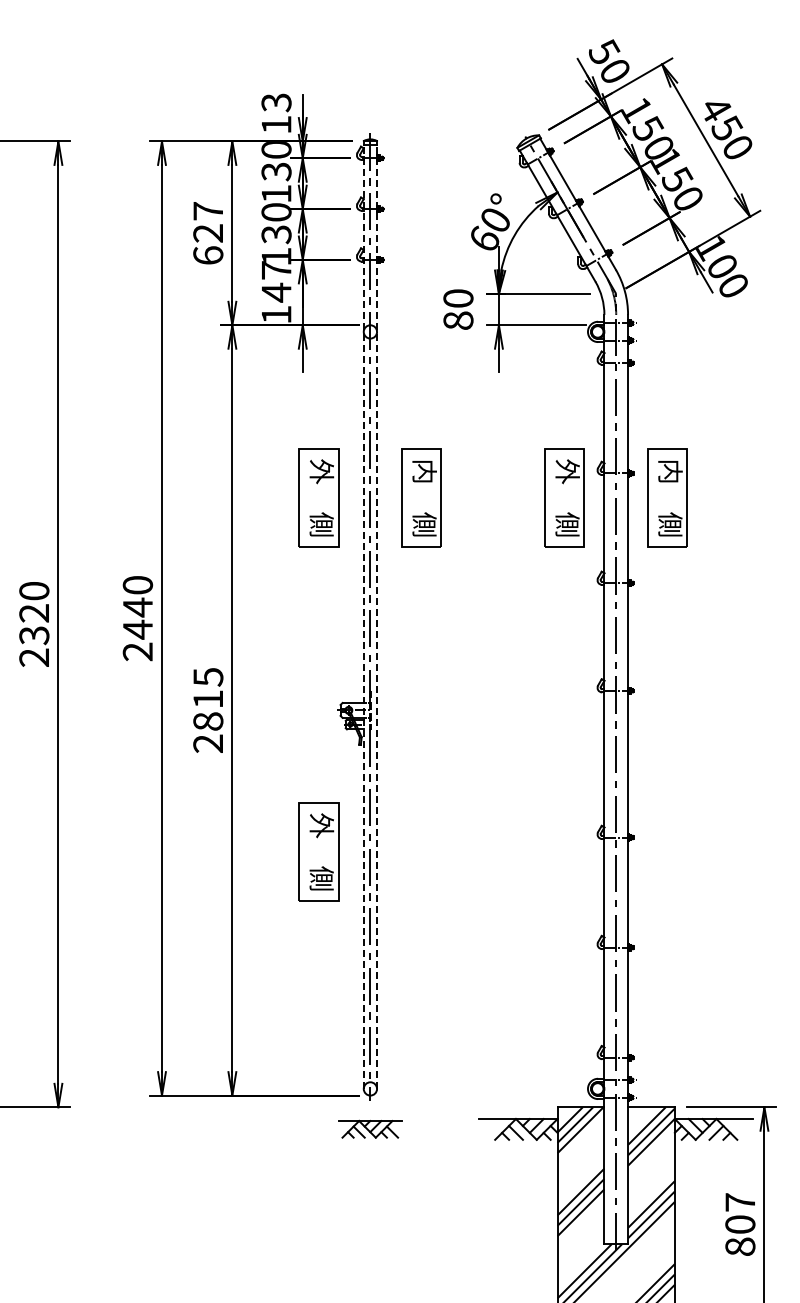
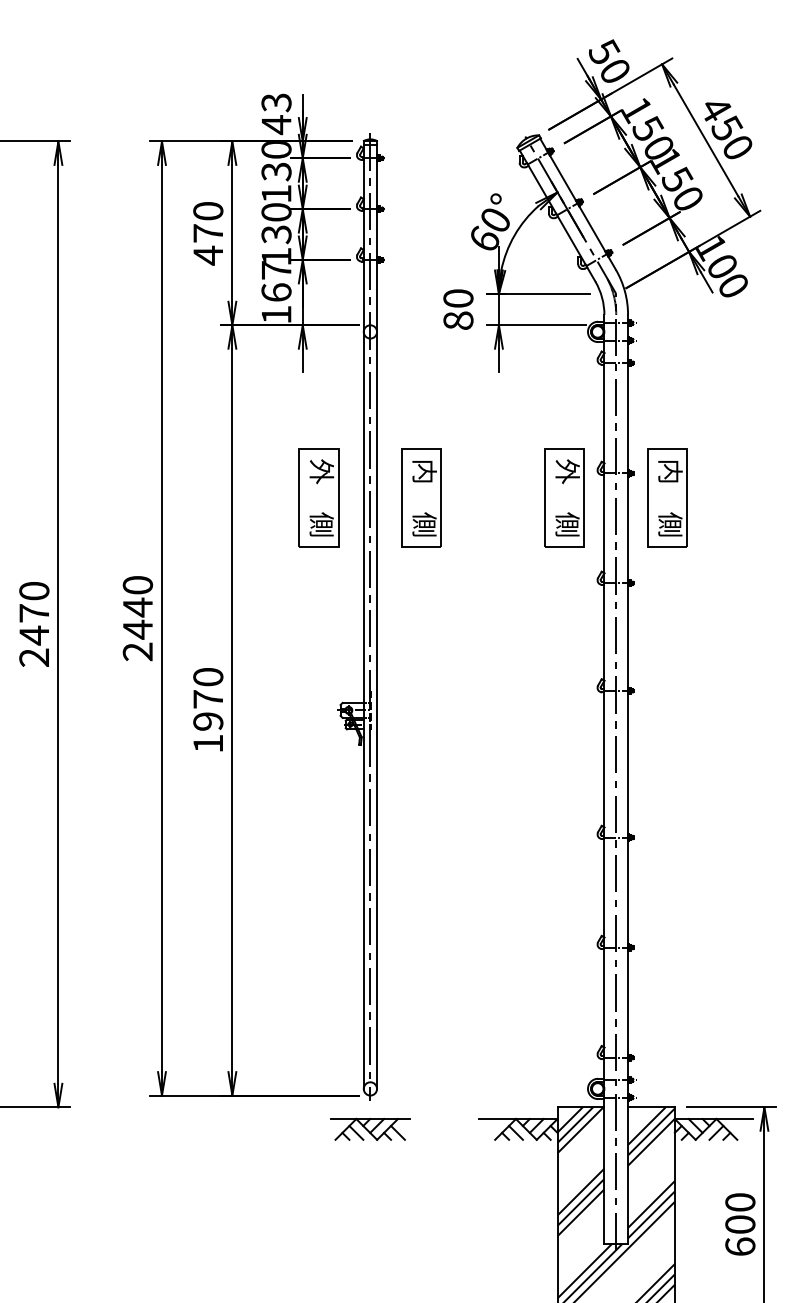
text at (276, 125): 13 -> 43
text at (208, 233): 627 -> 470
text at (276, 292): 147 -> 167
line at (363, 616): dashed -> solid
line at (377, 616): dashed -> solid
text at (34, 624): 2320 -> 2470
text at (208, 710): 2815 -> 1970
part at (318, 851): present -> none
part at (370, 1128) size: 65x20 px -> 81x24 px
text at (740, 1224): 807 -> 600
